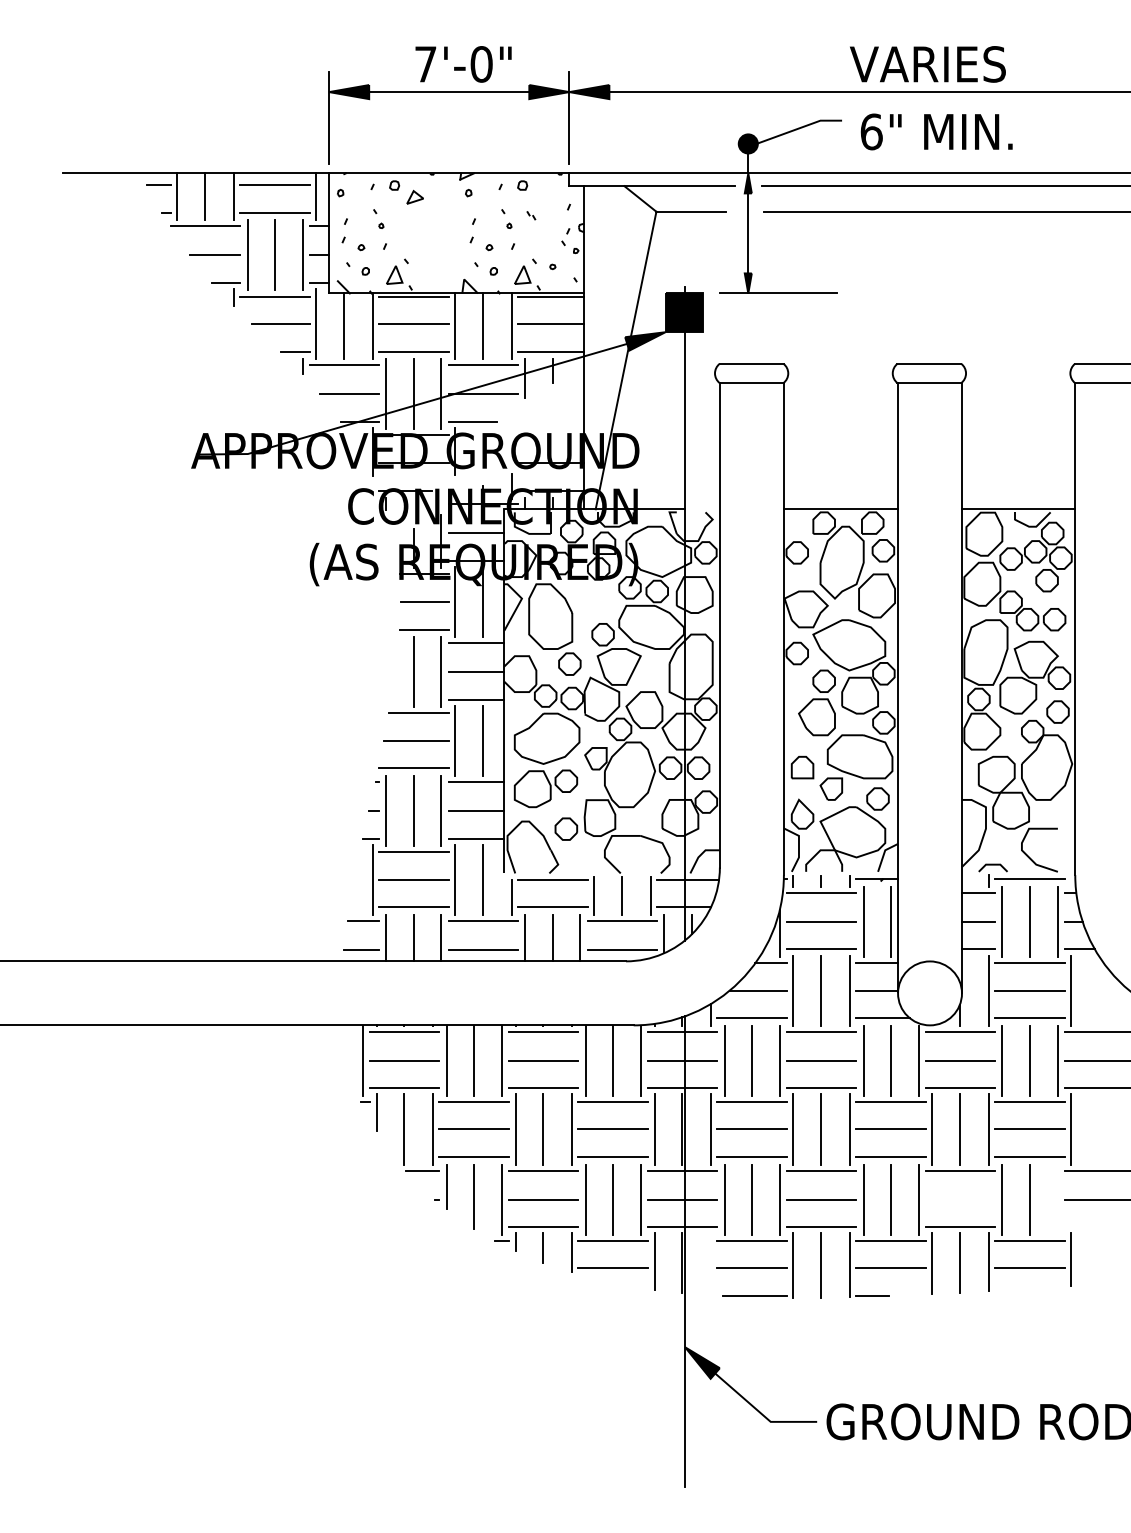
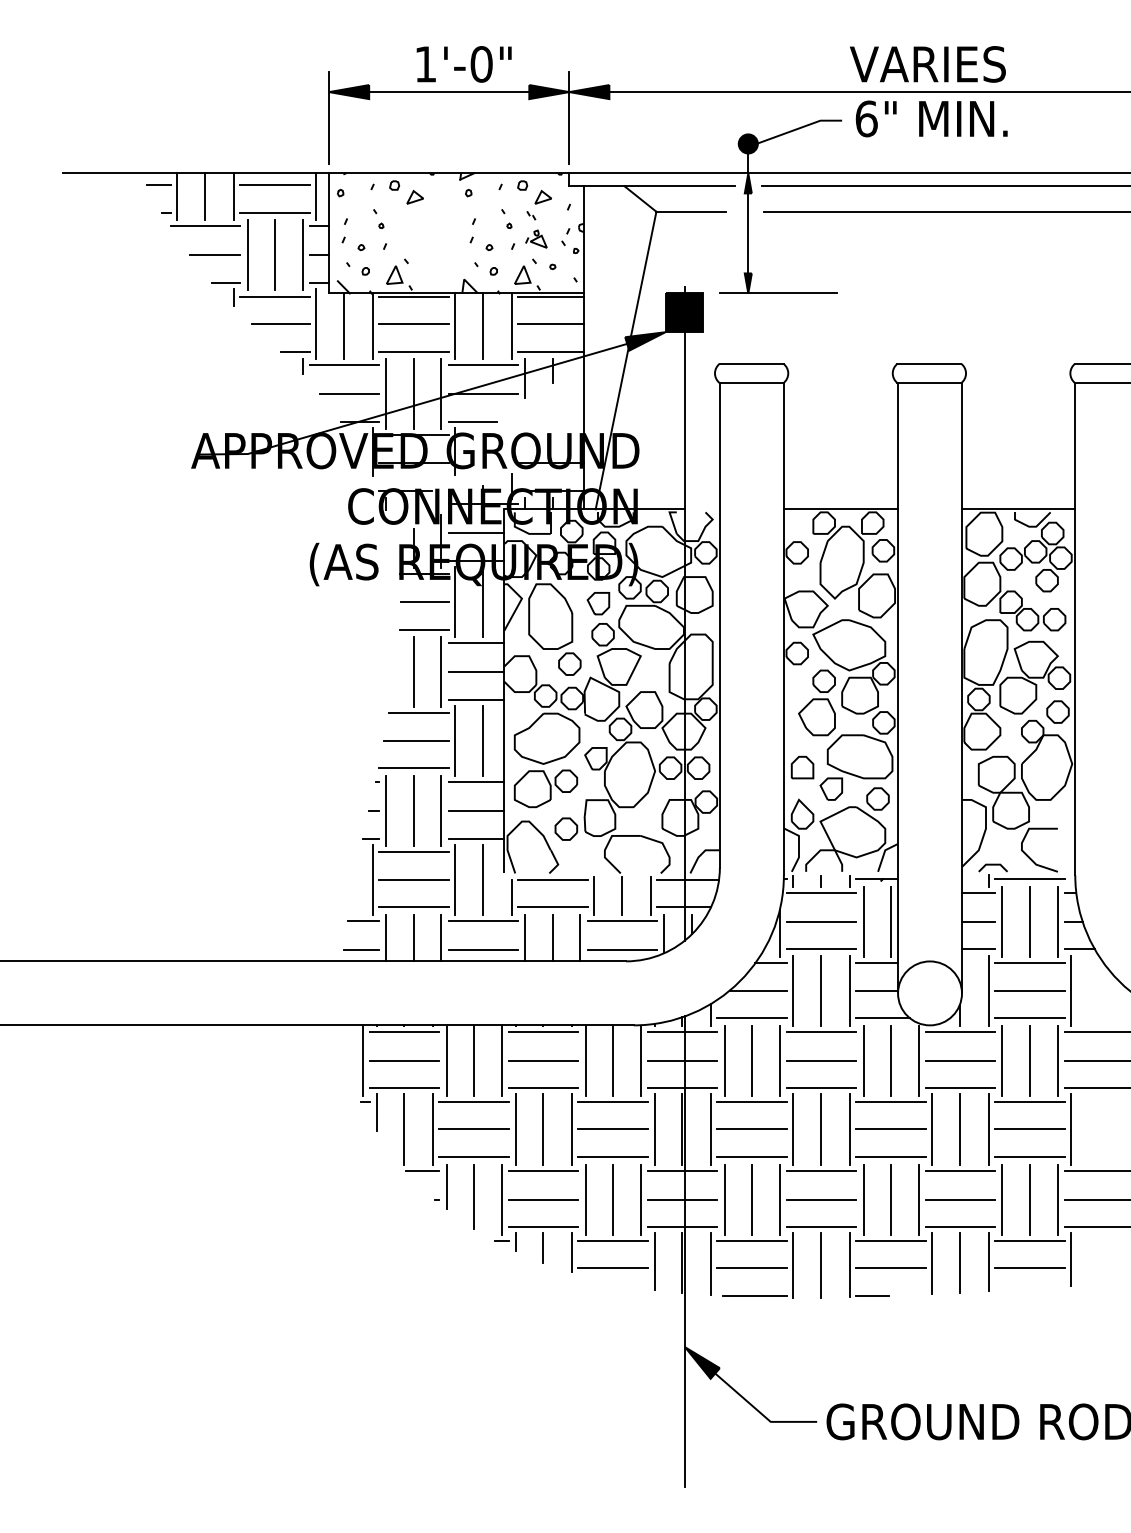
text at (425, 64): 7'-0" -> 1'-0"
text at (936, 131) position: (936, 131) -> (931, 118)
part at (542, 196): none -> present
part at (536, 238): none -> present
part at (598, 603): none -> present
line at (960, 1199): none -> present
line at (1057, 1199): none -> present
line at (1096, 1227): none -> present
line at (710, 1264): none -> present
